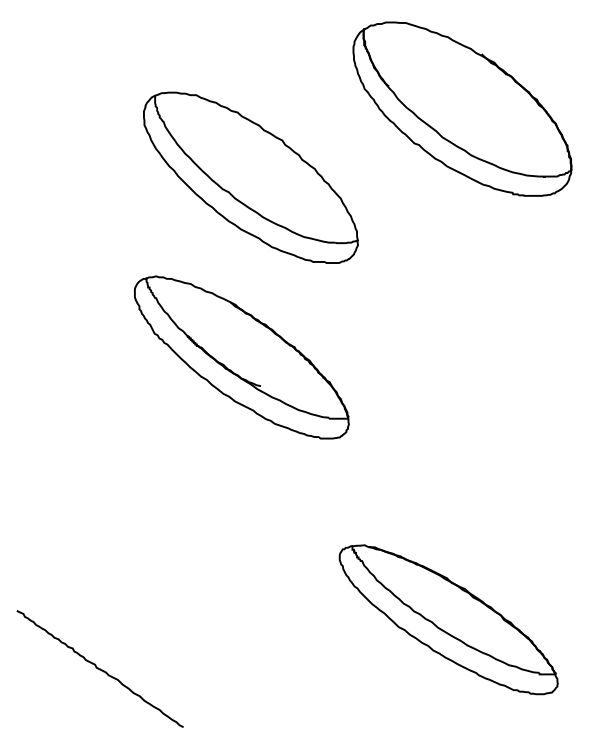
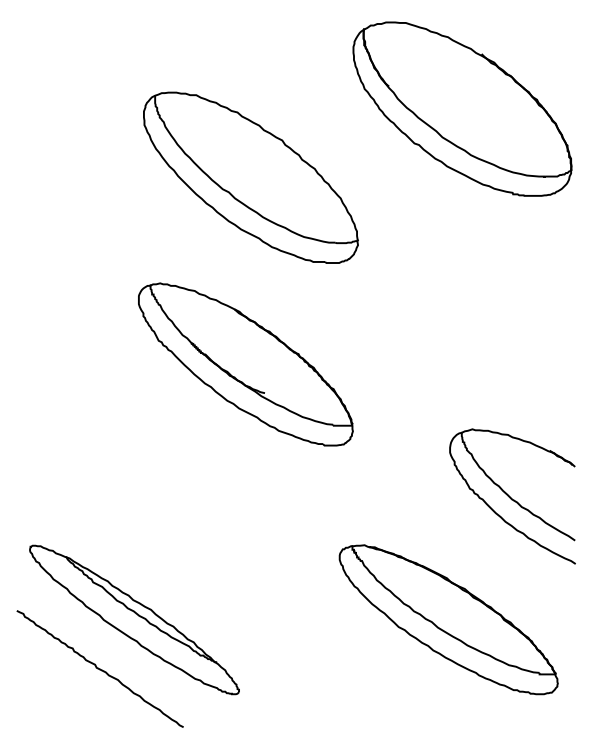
part at (241, 357) position: (241, 357) -> (245, 364)
part at (512, 496): none -> present
part at (134, 619): none -> present
